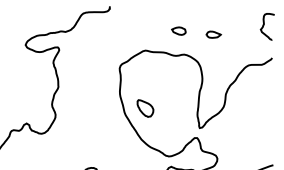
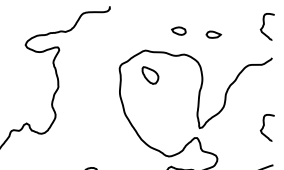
part at (145, 108) position: (145, 108) -> (150, 75)
curve at (264, 126): none -> present
